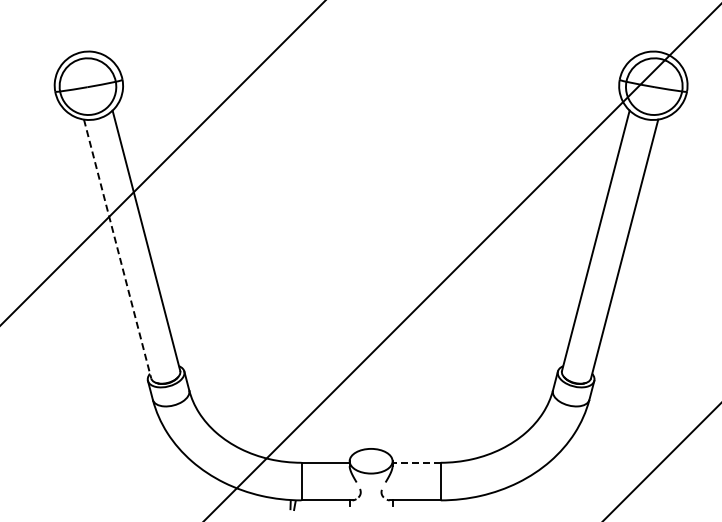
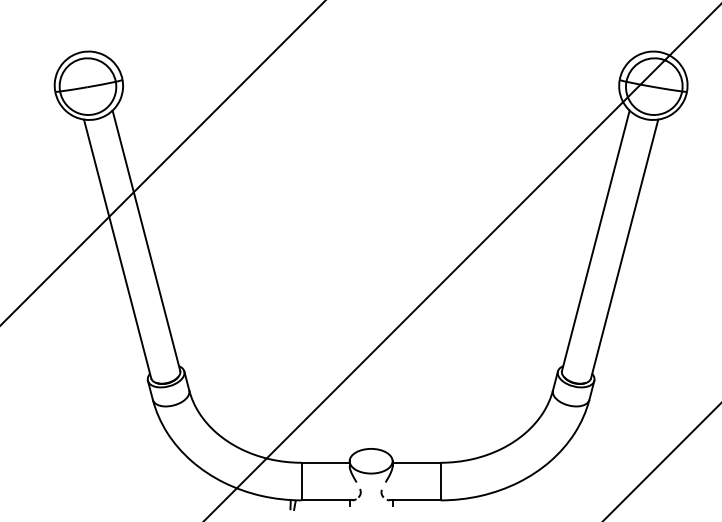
line at (117, 249): dashed -> solid
line at (416, 462): dashed -> solid
